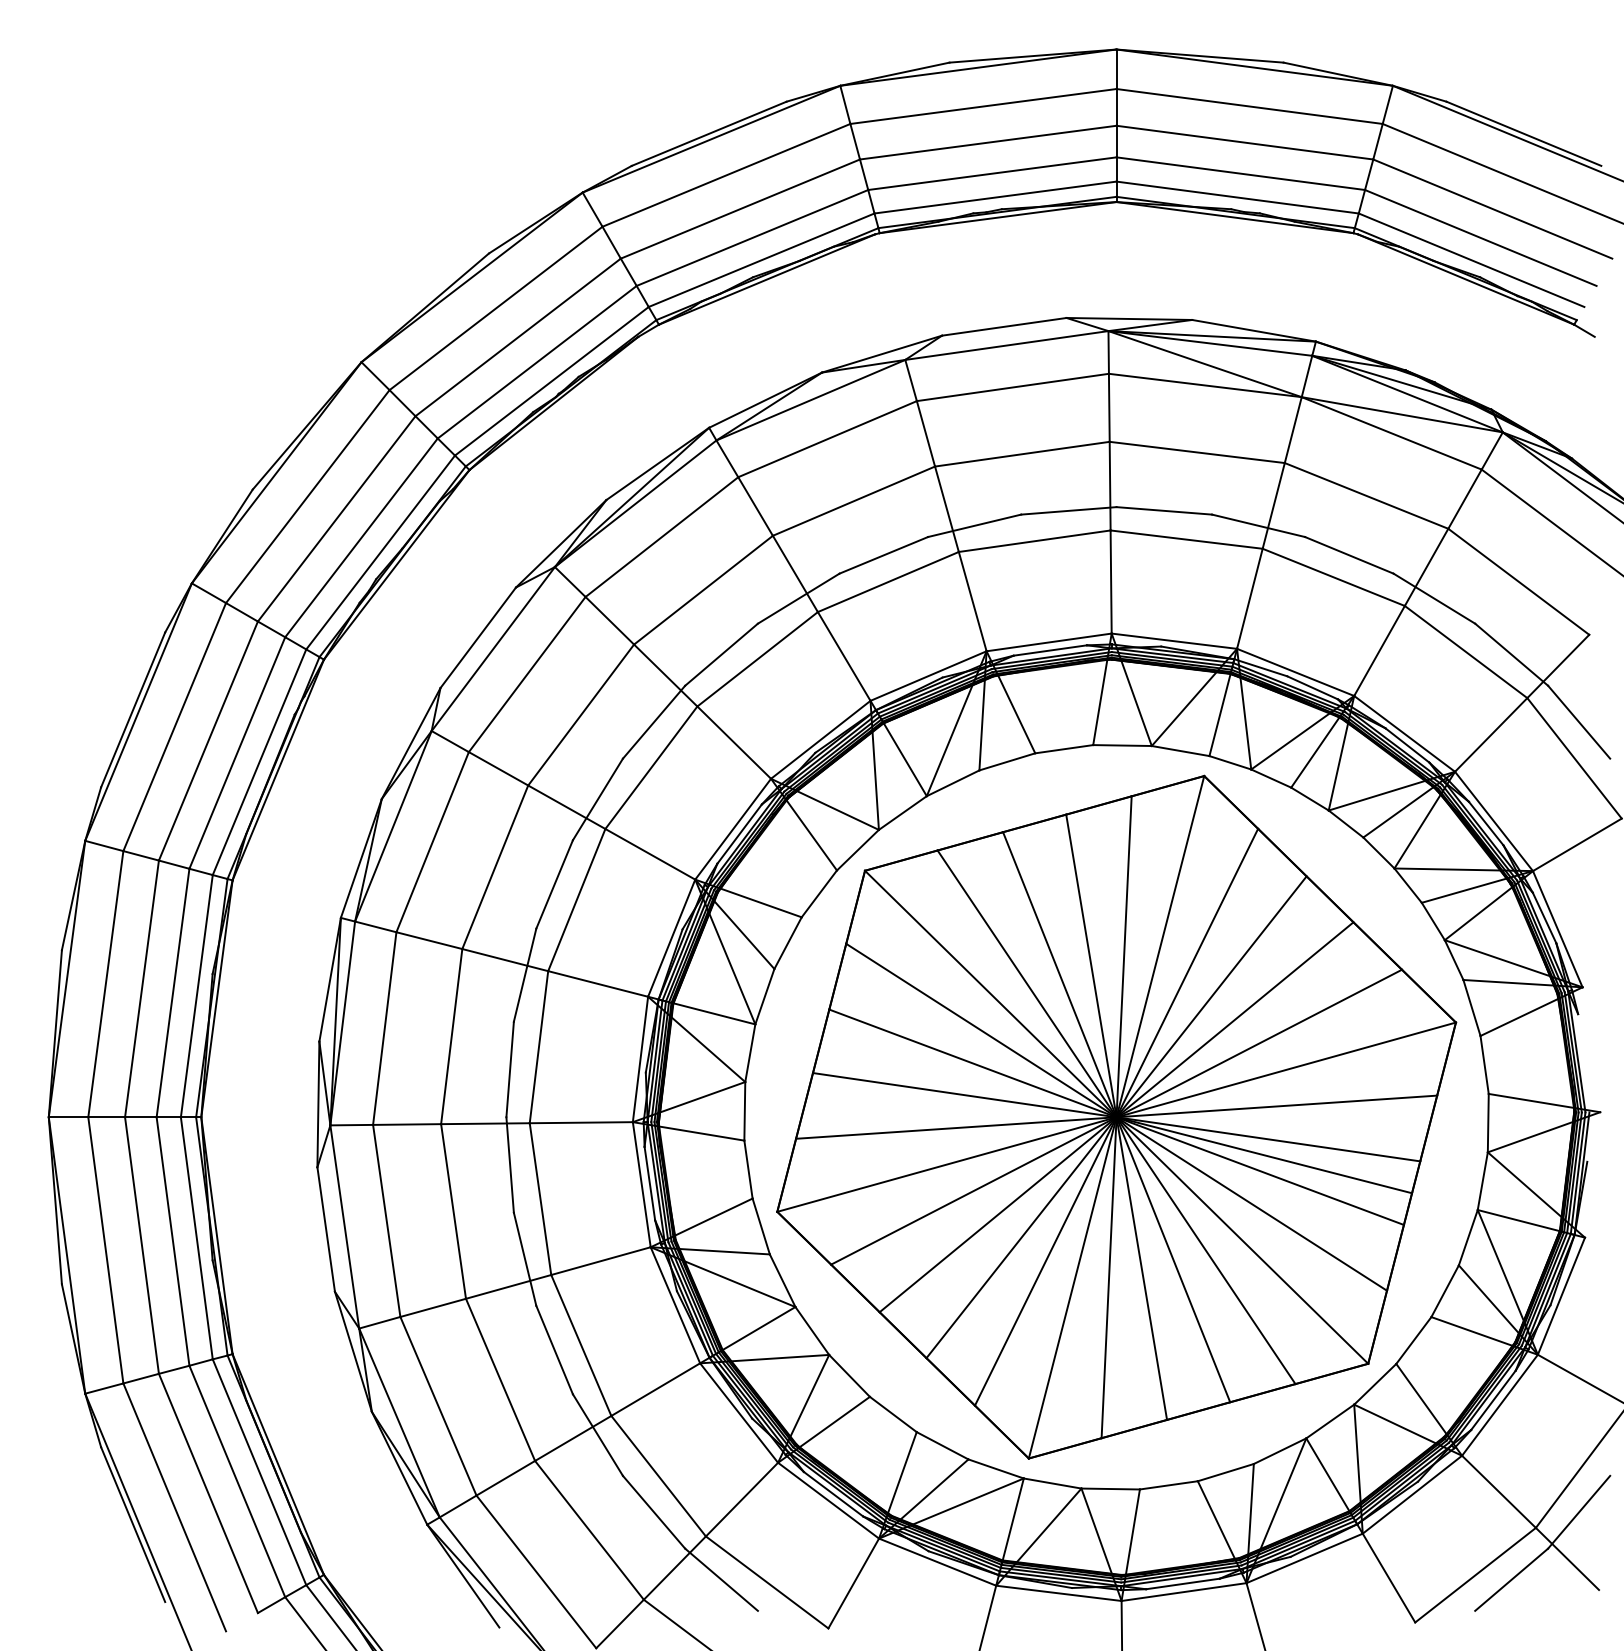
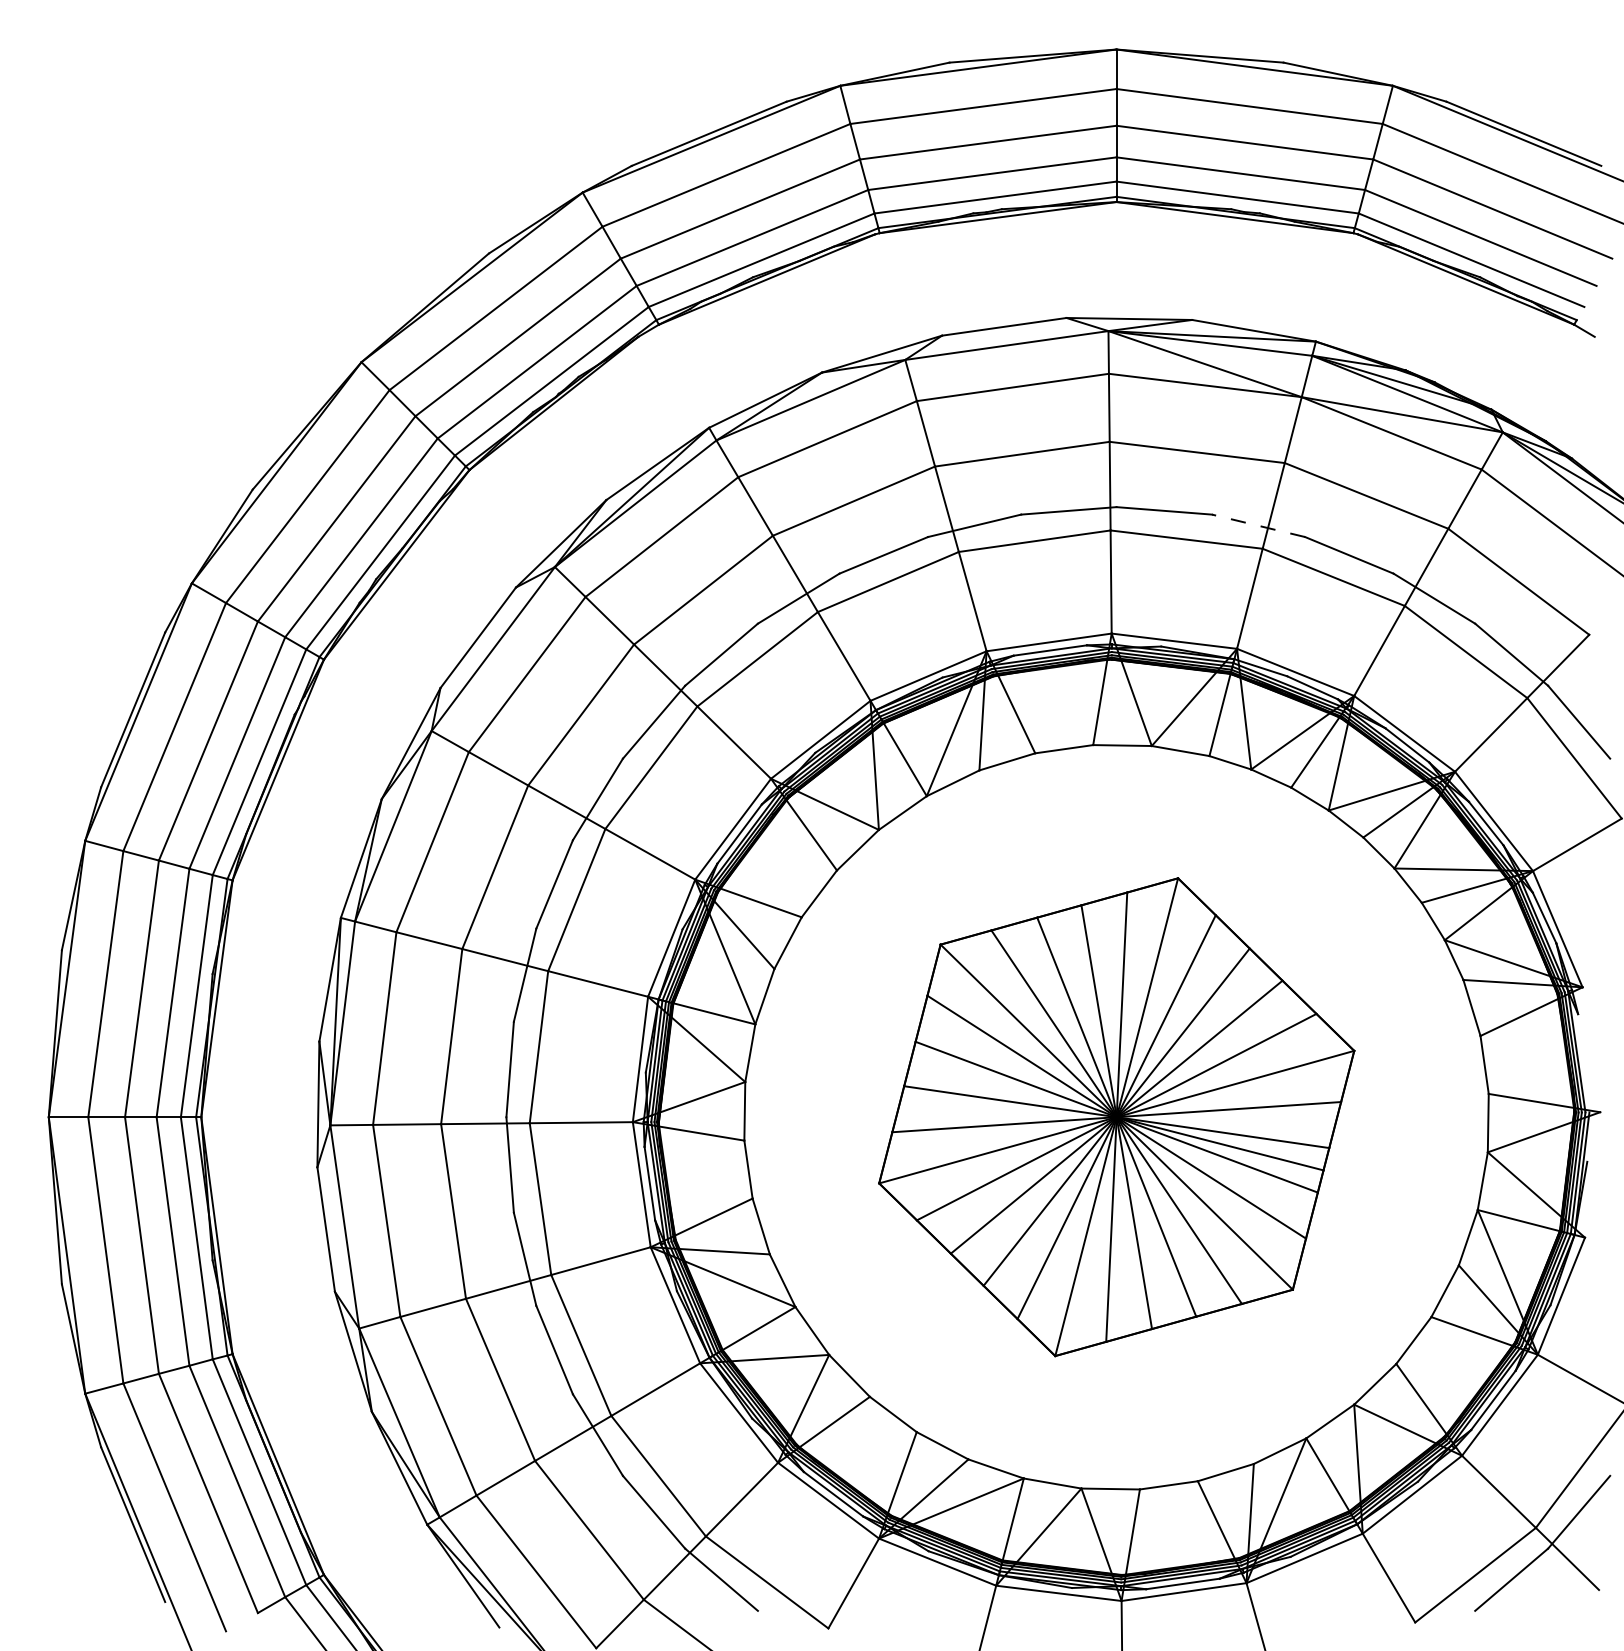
line at (1258, 525): solid -> dashed
part at (1116, 1116) size: 682x686 px -> 478x481 px
